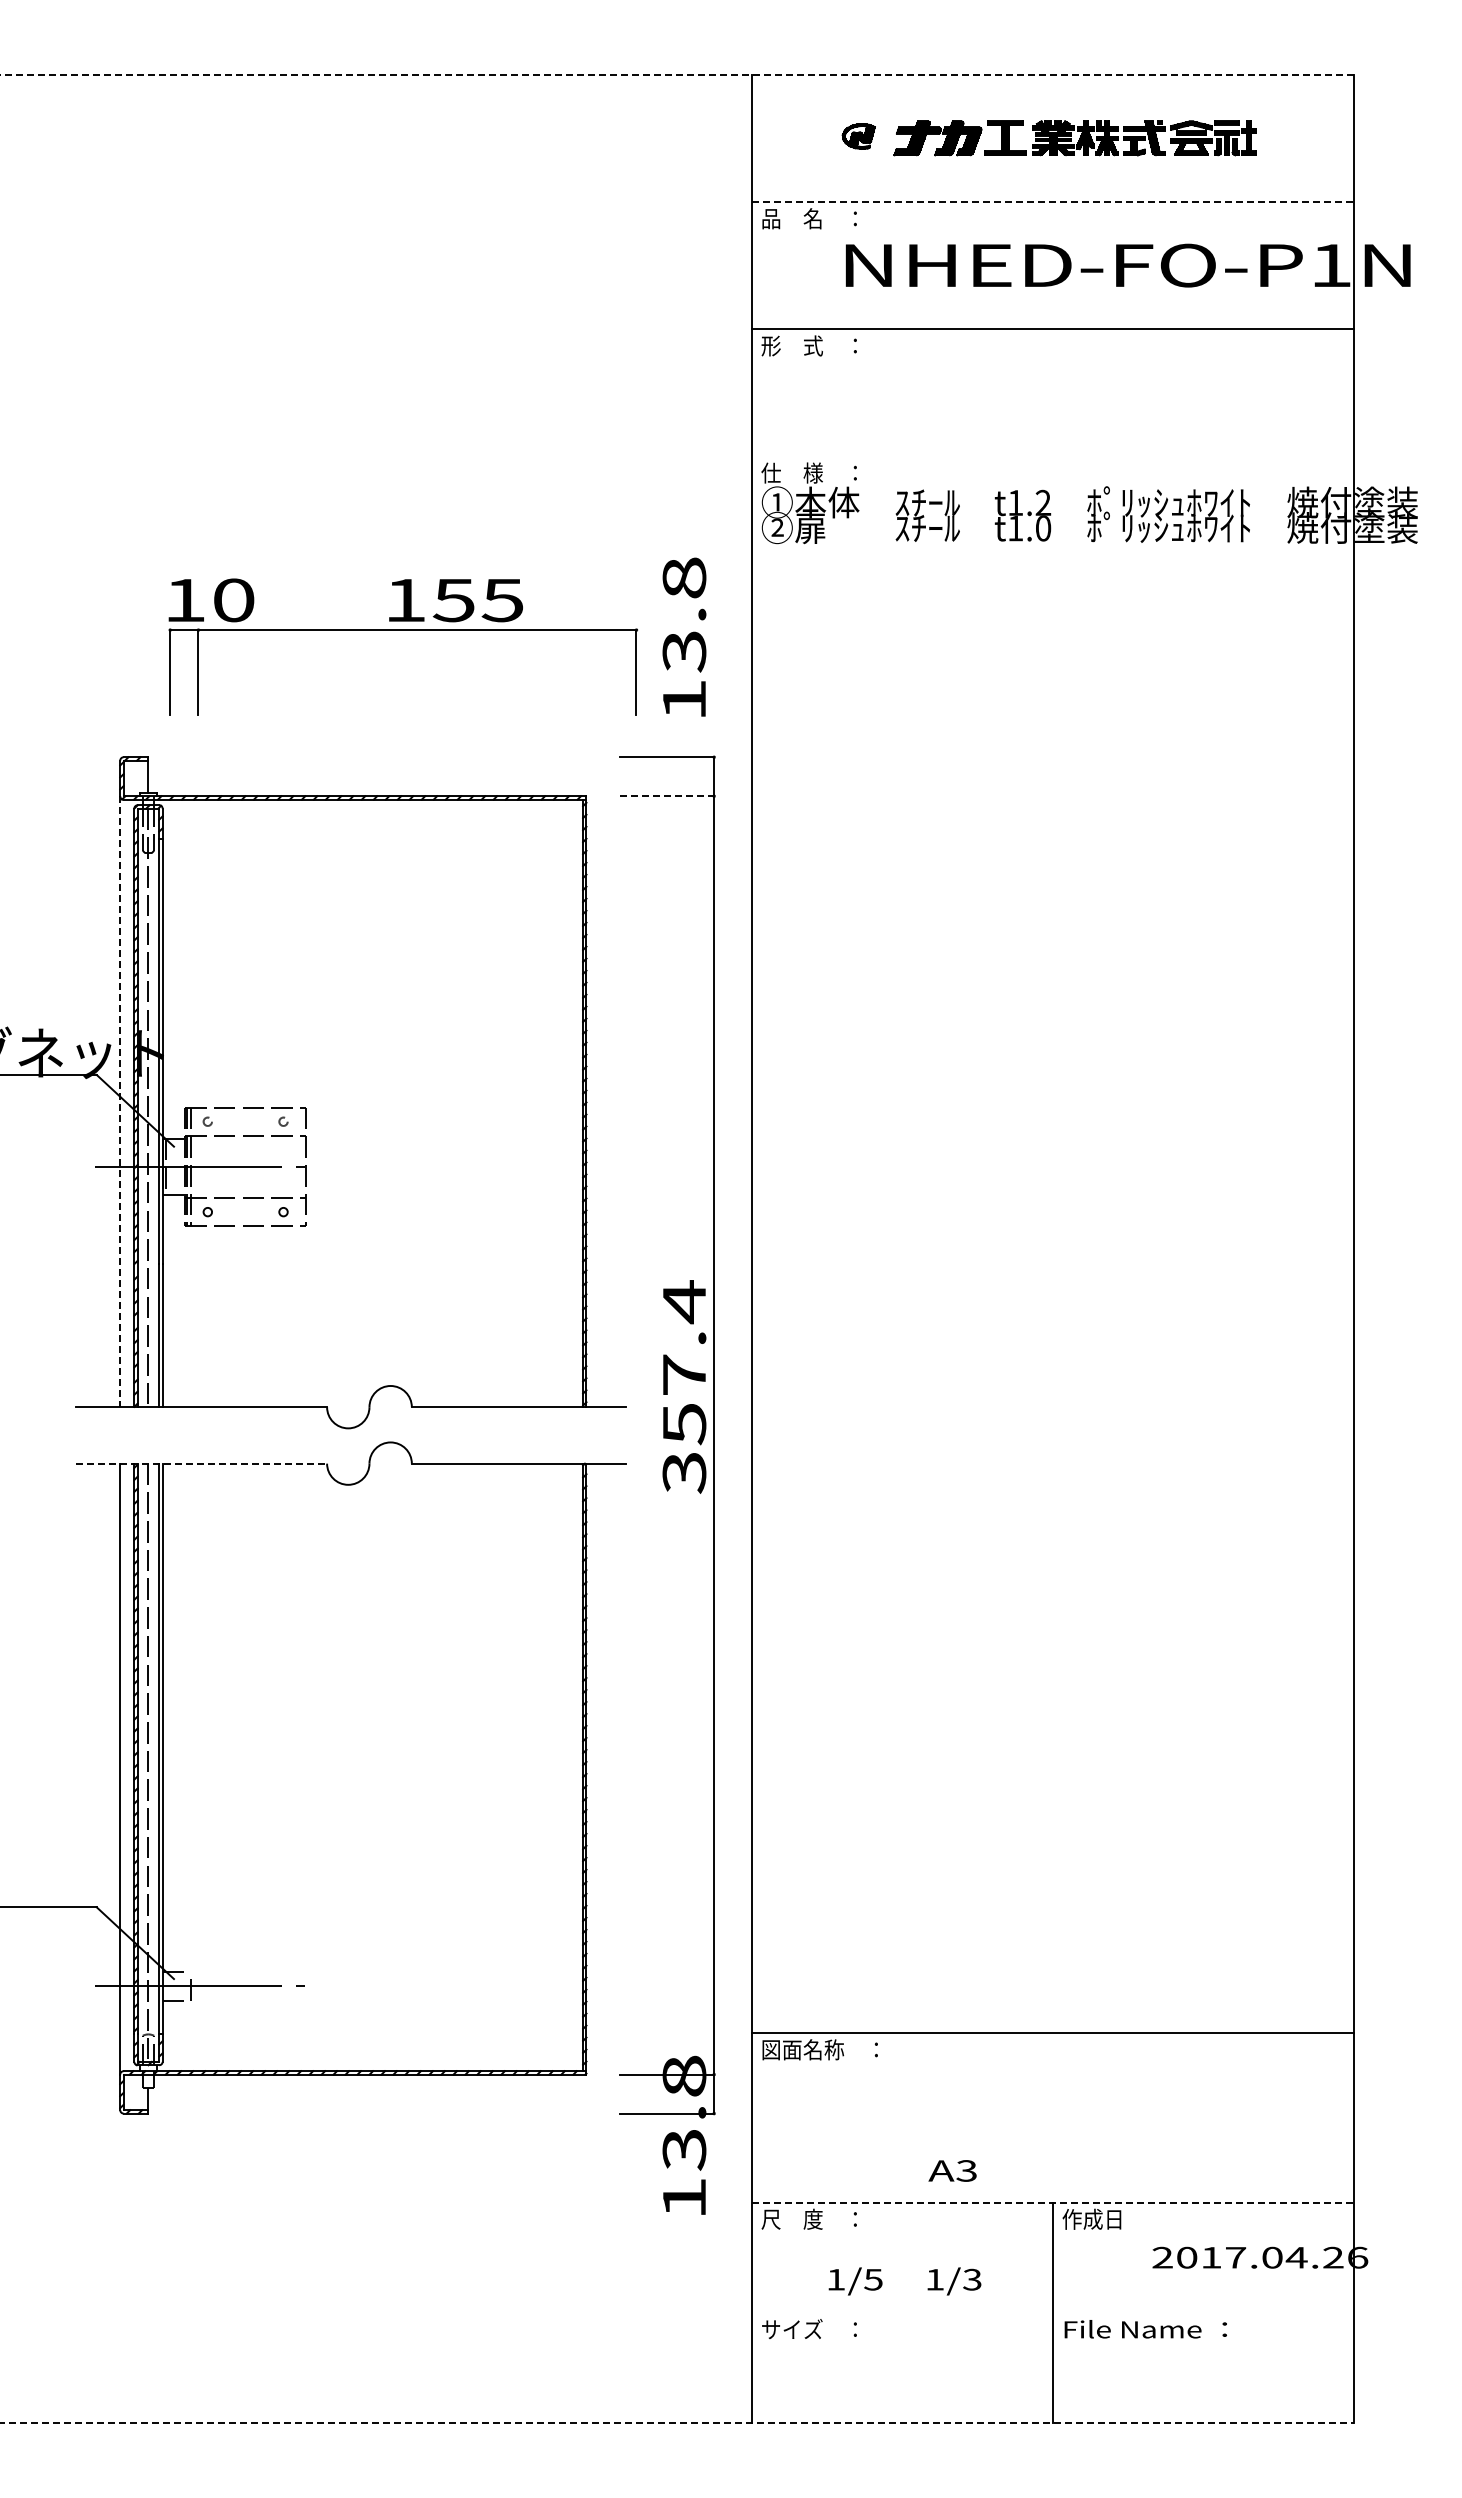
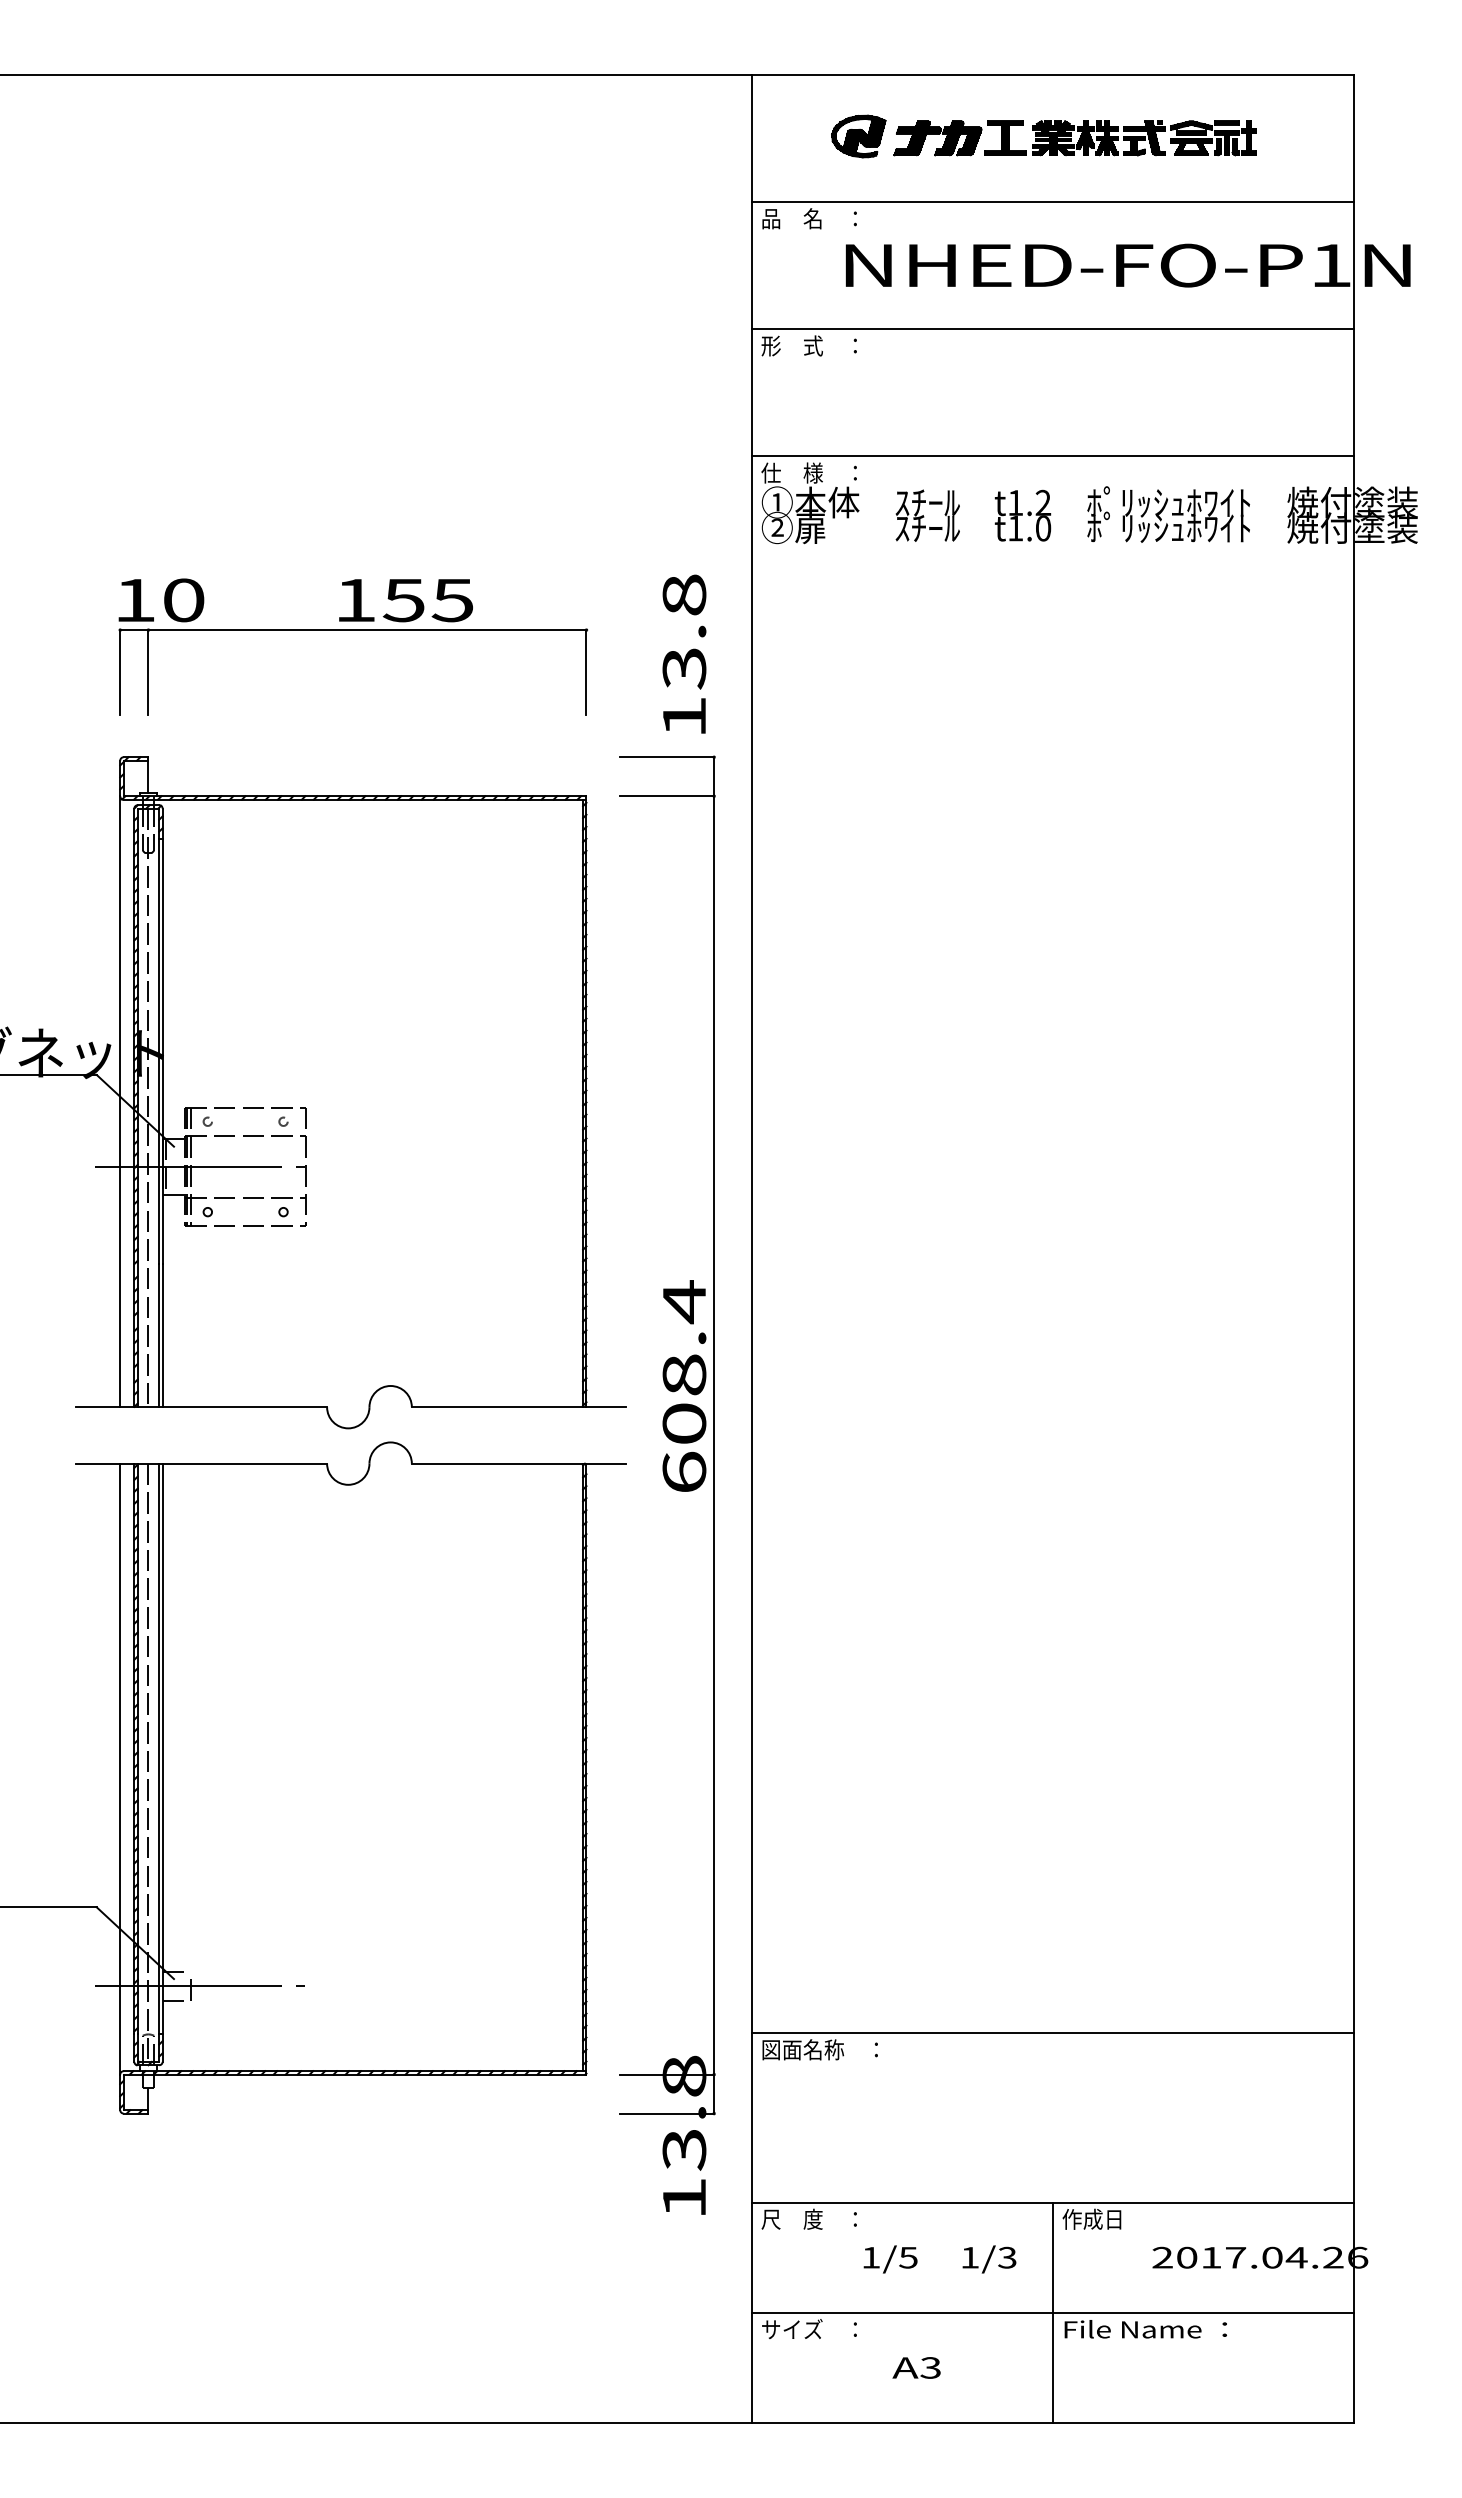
line at (677, 74): dashed -> solid
part at (858, 136) size: 35x27 px -> 56x45 px
line at (1053, 202): dashed -> solid
line at (1053, 456): none -> present
part at (402, 630) position: (402, 630) -> (352, 630)
text at (684, 636) position: (684, 636) -> (684, 653)
line at (667, 796): dashed -> solid
line at (120, 1102): dashed -> solid
text at (684, 1423): 357.4 -> 608.4
line at (201, 1463): dashed -> solid
text at (952, 2170) position: (952, 2170) -> (916, 2367)
line at (1053, 2202): dashed -> solid
text at (904, 2281) position: (904, 2281) -> (939, 2259)
line at (1053, 2312): none -> present
line at (677, 2423): dashed -> solid
